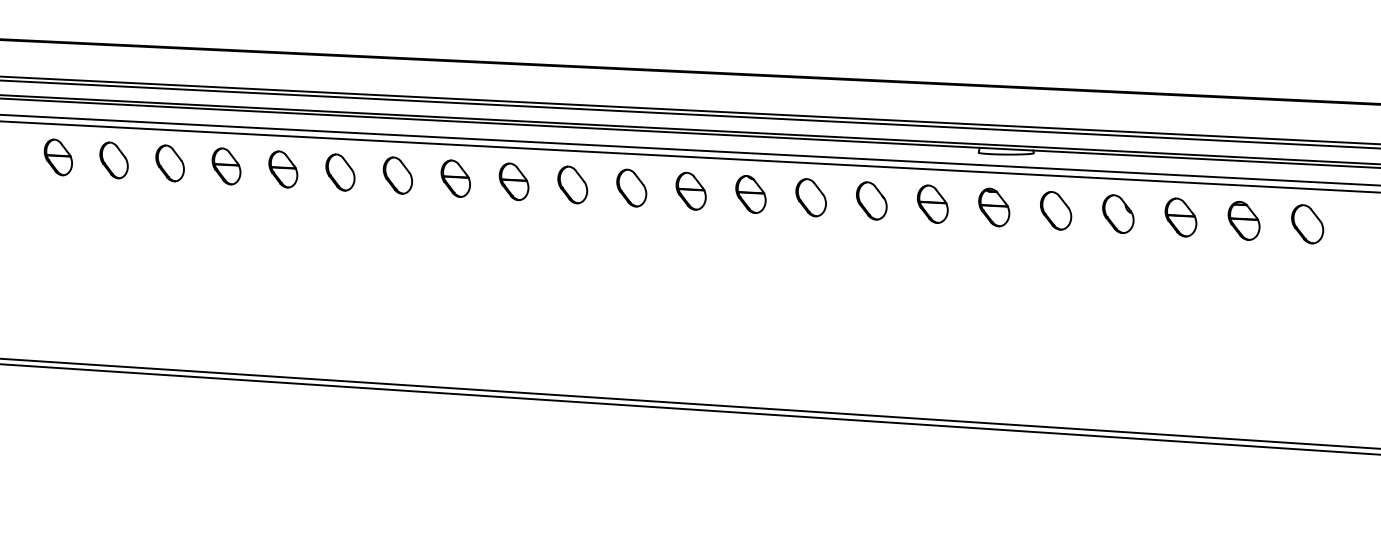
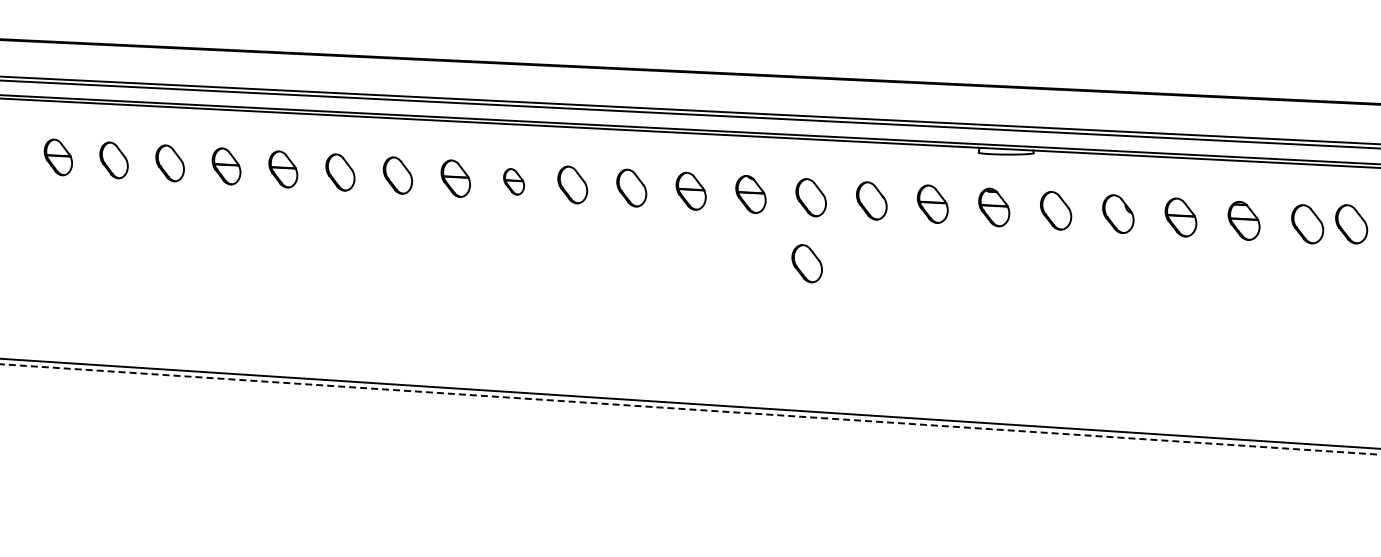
line at (689, 149): present -> none
line at (689, 156): present -> none
part at (513, 181) size: 32x40 px -> 22x28 px
part at (1351, 224): none -> present
part at (806, 263): none -> present
line at (691, 409): solid -> dashed
